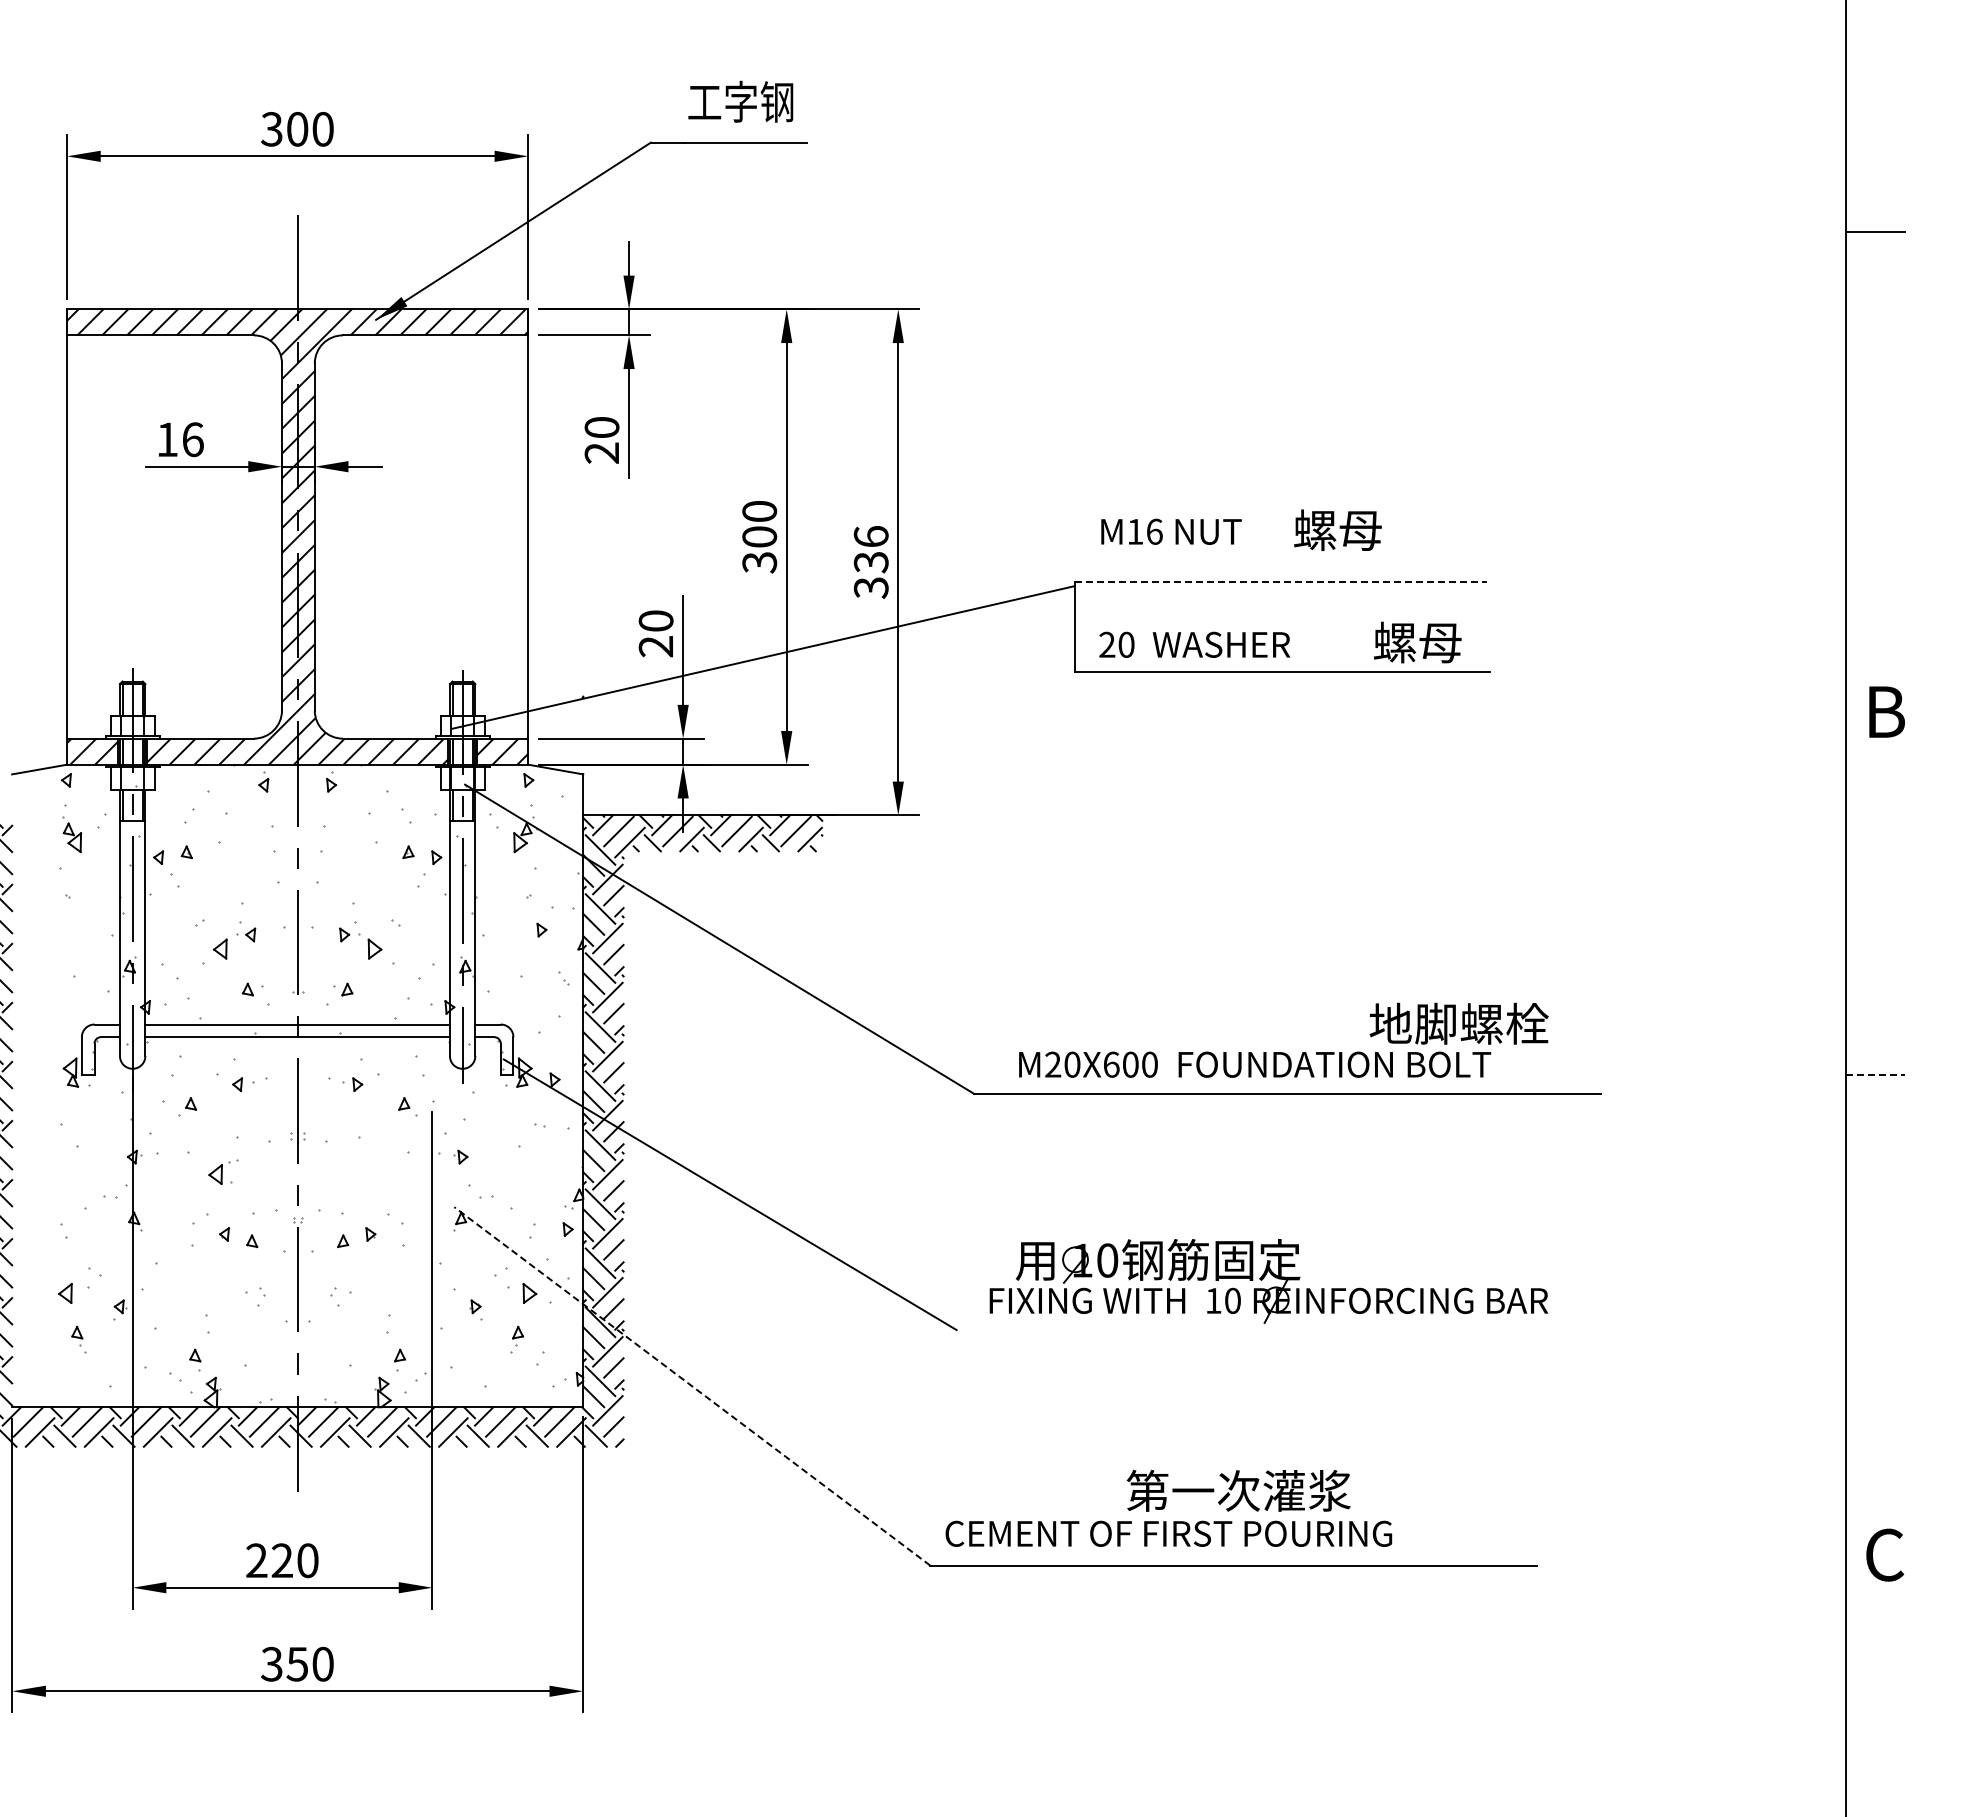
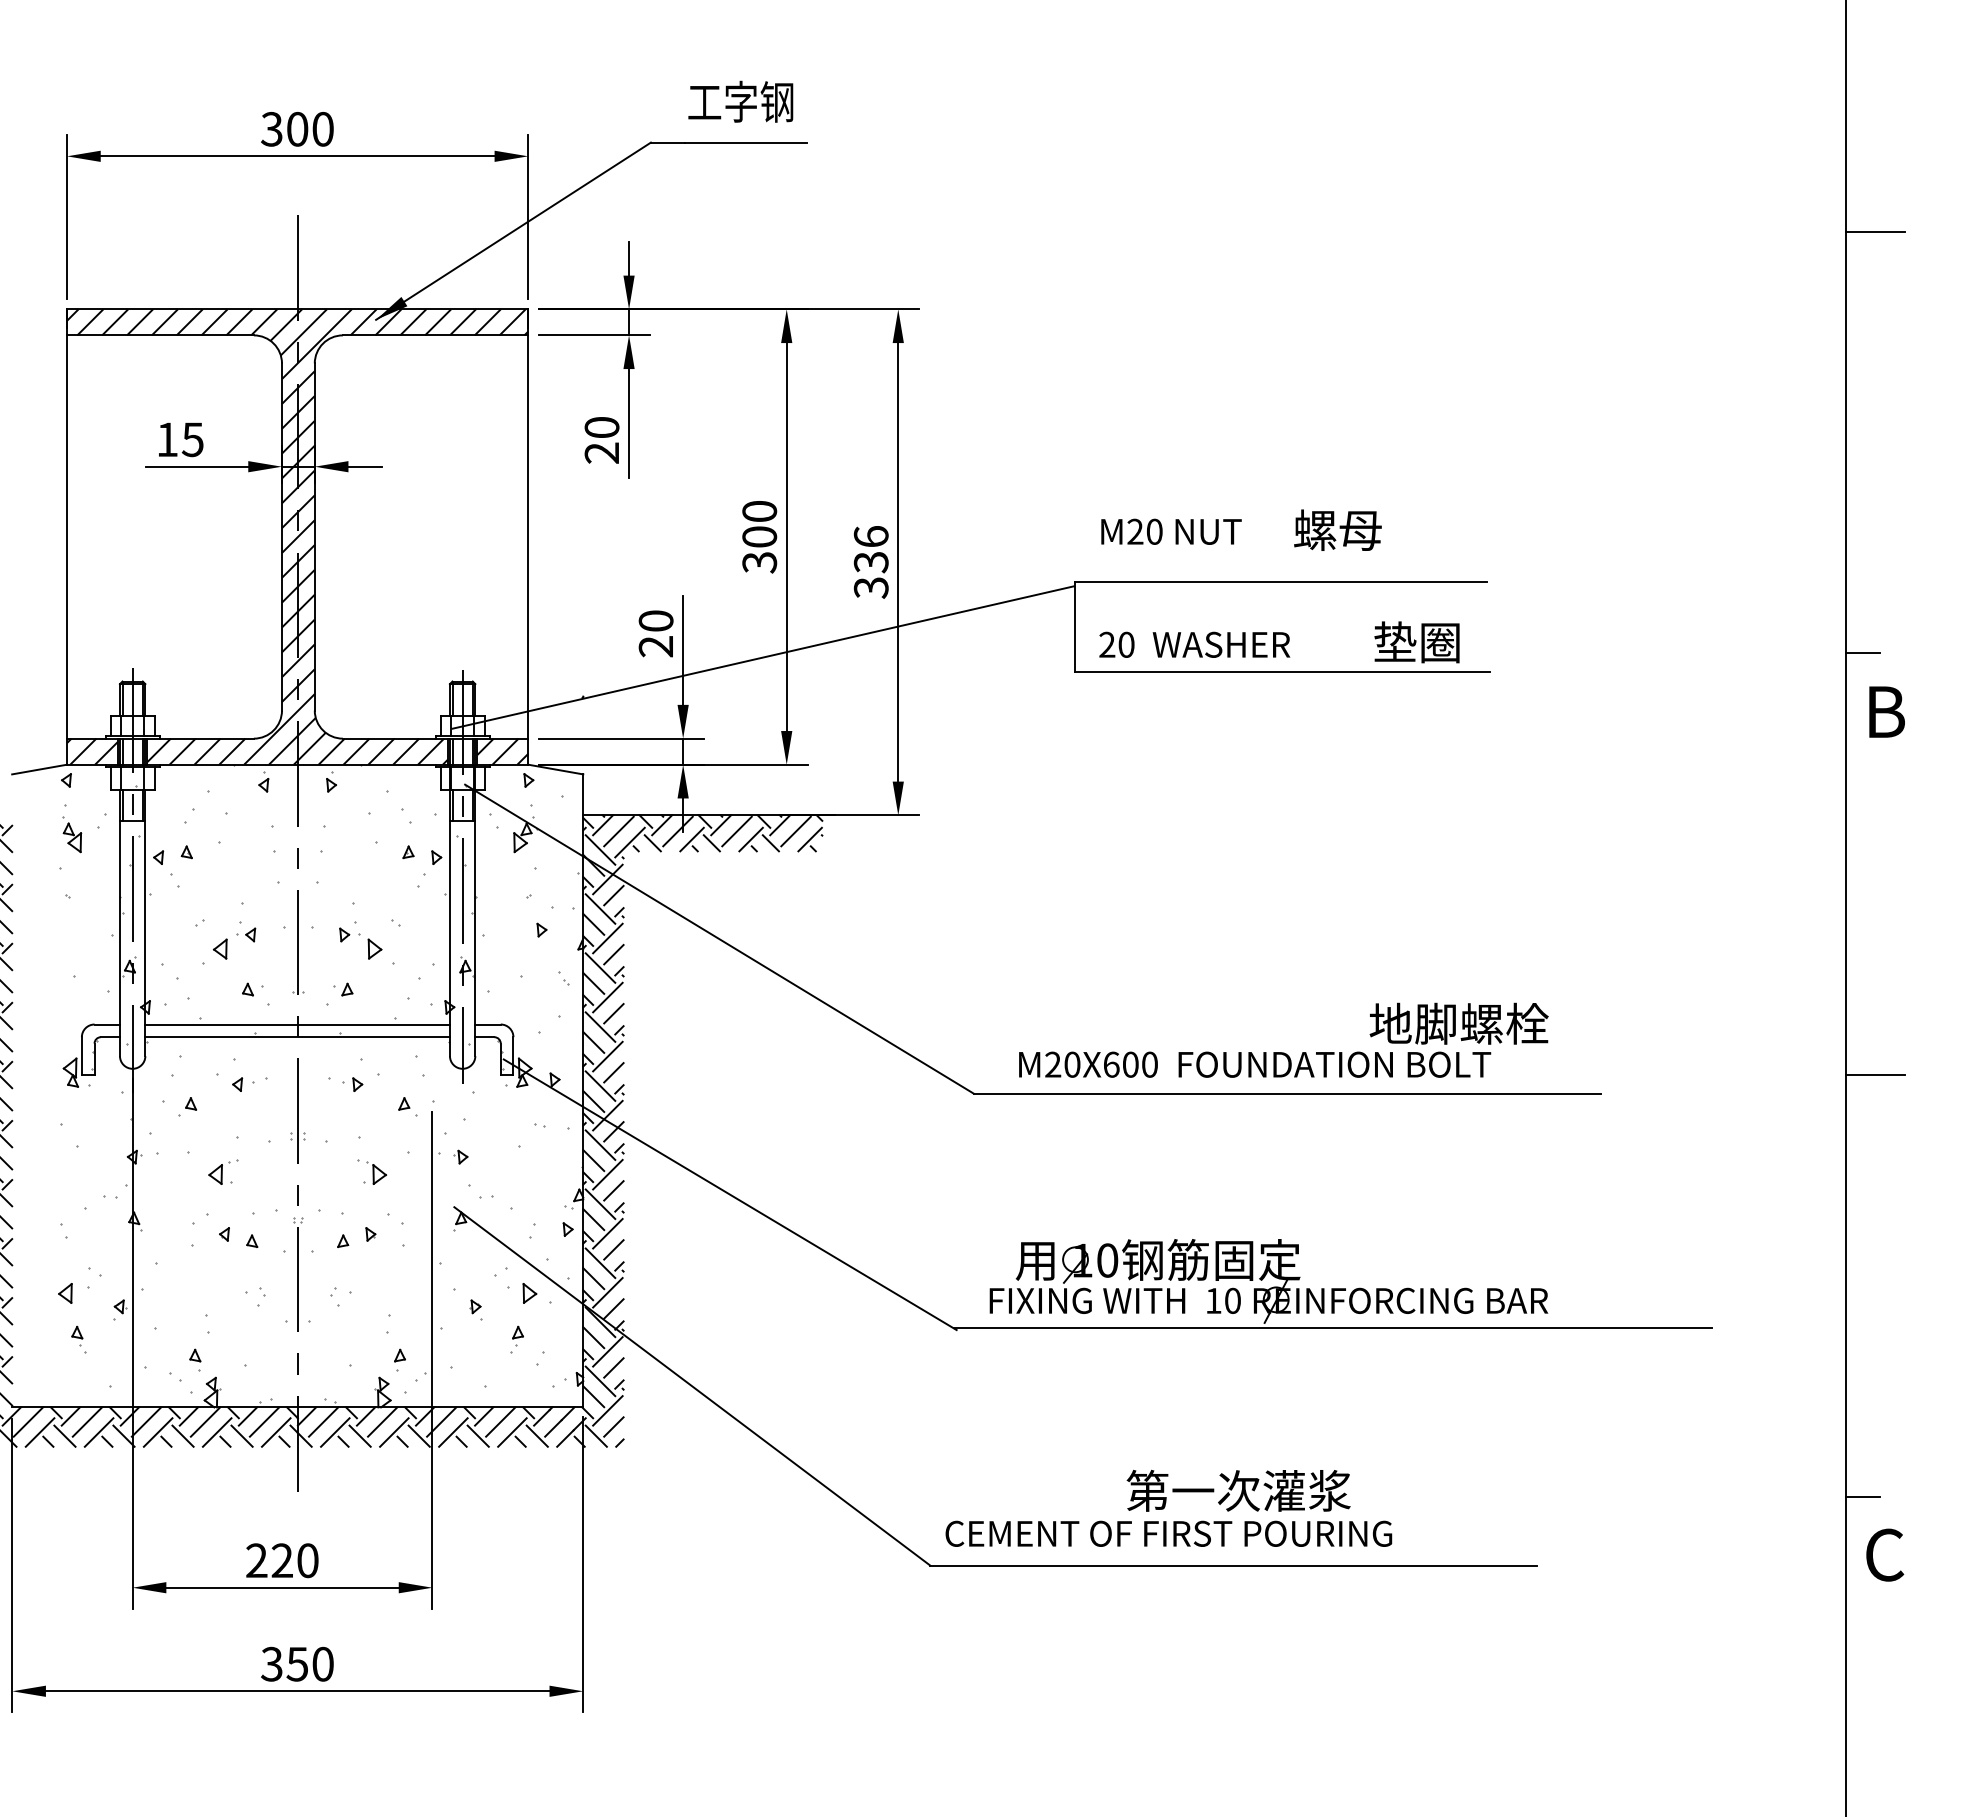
text at (192, 439): 16 -> 15
text at (1144, 531): M16 -> M20
line at (1281, 582): dashed -> solid
text at (1417, 642): 螺母 -> 垫圈
line at (1862, 653): none -> present
line at (1875, 1074): dashed -> solid
part at (371, 1171): none -> present
line at (1332, 1327): none -> present
line at (692, 1386): dashed -> solid
line at (1862, 1496): none -> present
